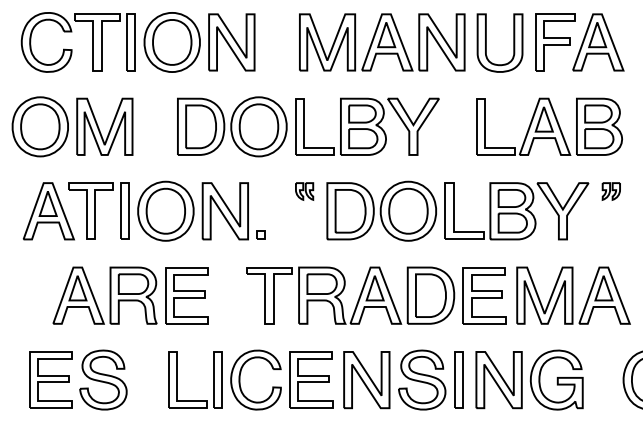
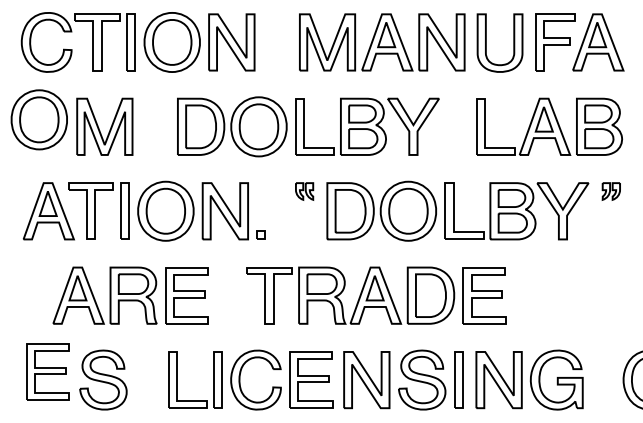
part at (39, 126) position: (39, 126) -> (38, 119)
part at (573, 295): present -> none
part at (50, 379) position: (50, 379) -> (47, 371)
